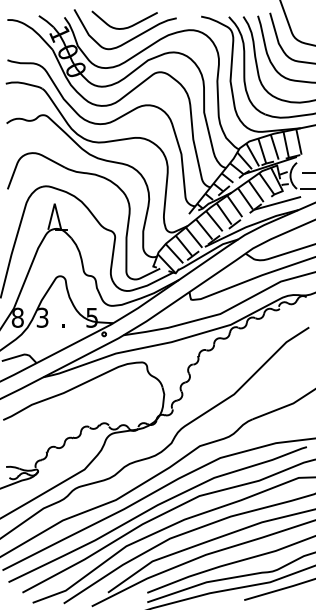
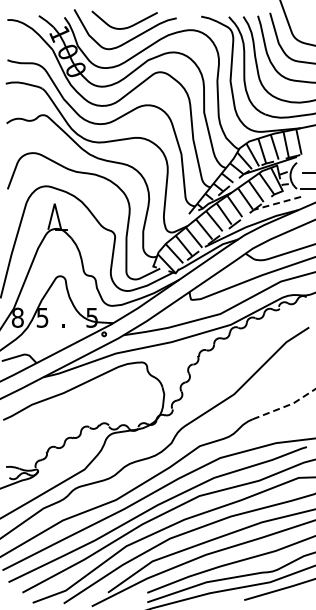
line at (277, 203): solid -> dashed
text at (42, 317): 3 -> 5
line at (286, 406): solid -> dashed
